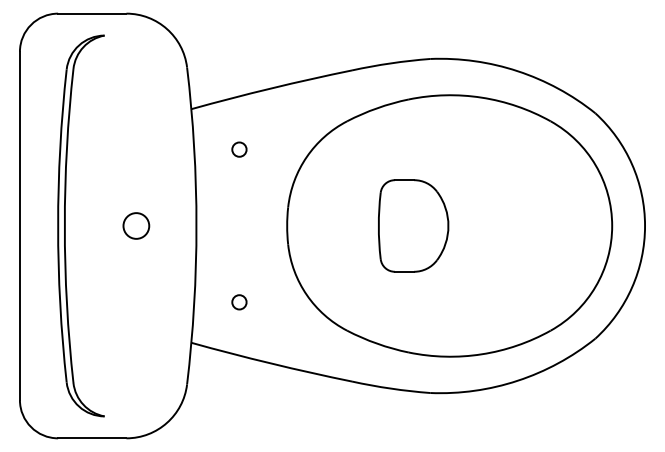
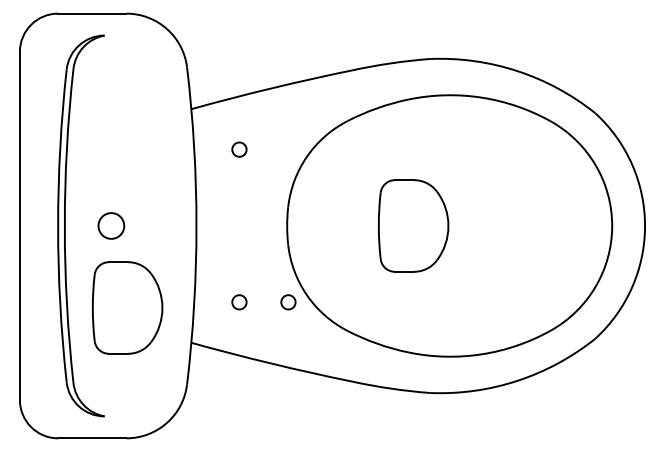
circle at (136, 225) position: (136, 225) -> (111, 225)
circle at (288, 302): none -> present
part at (127, 307): none -> present
